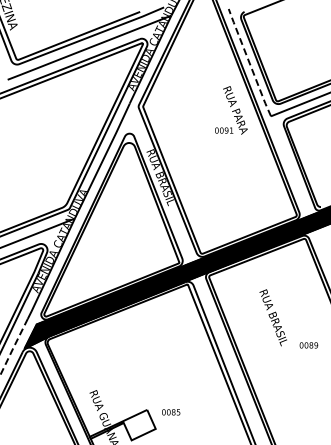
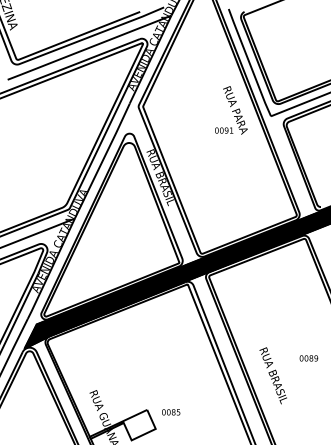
line at (249, 62): dashed -> solid
text at (272, 317) position: (272, 317) -> (272, 375)
text at (308, 345) position: (308, 345) -> (308, 358)
line at (13, 347): dashed -> solid
